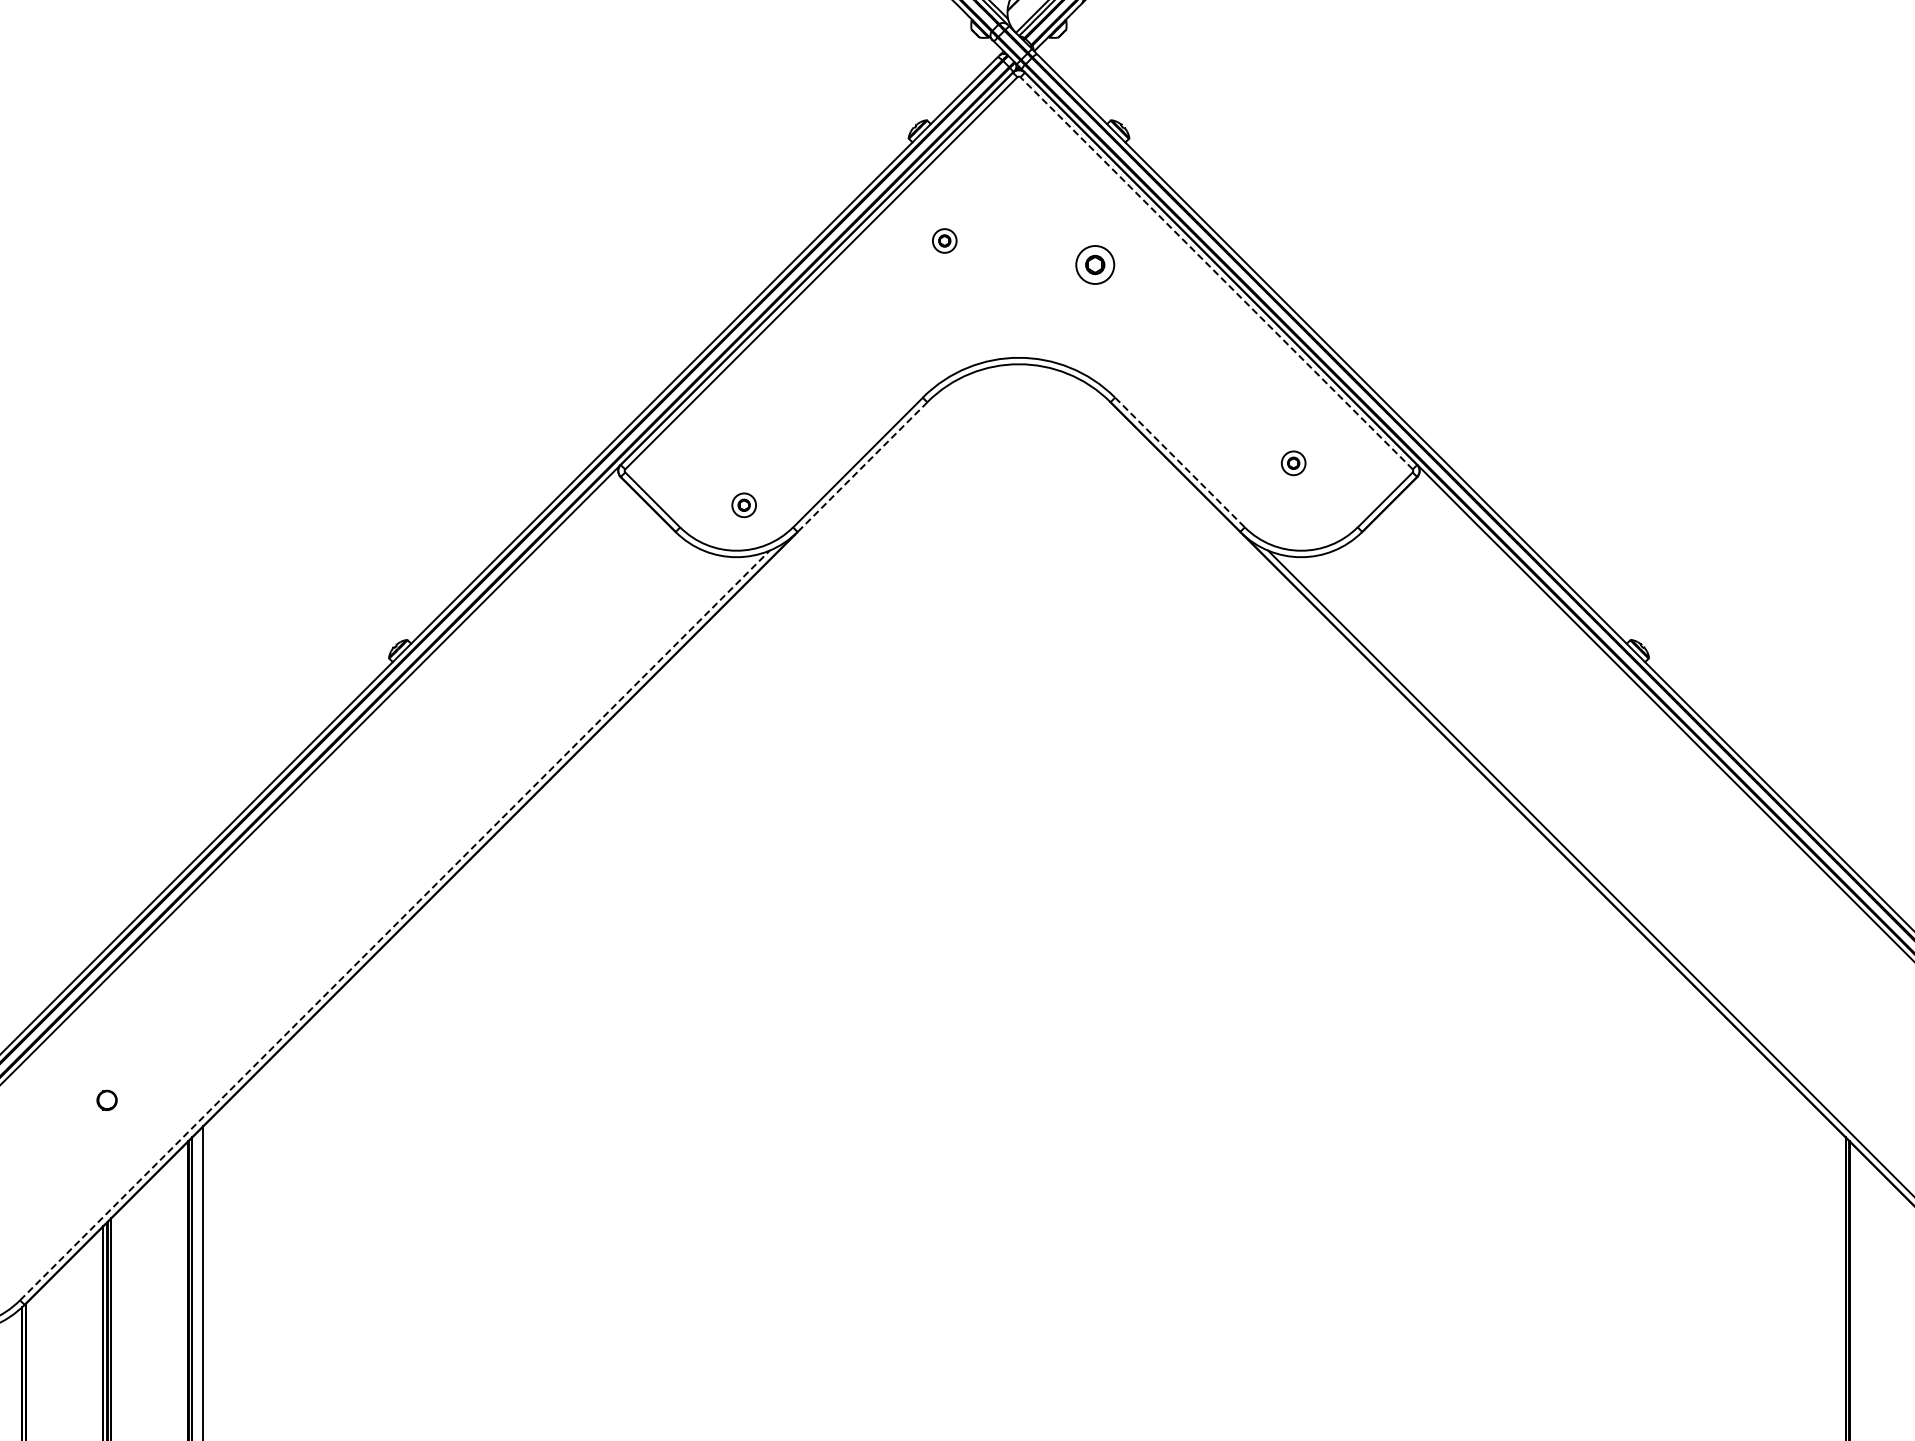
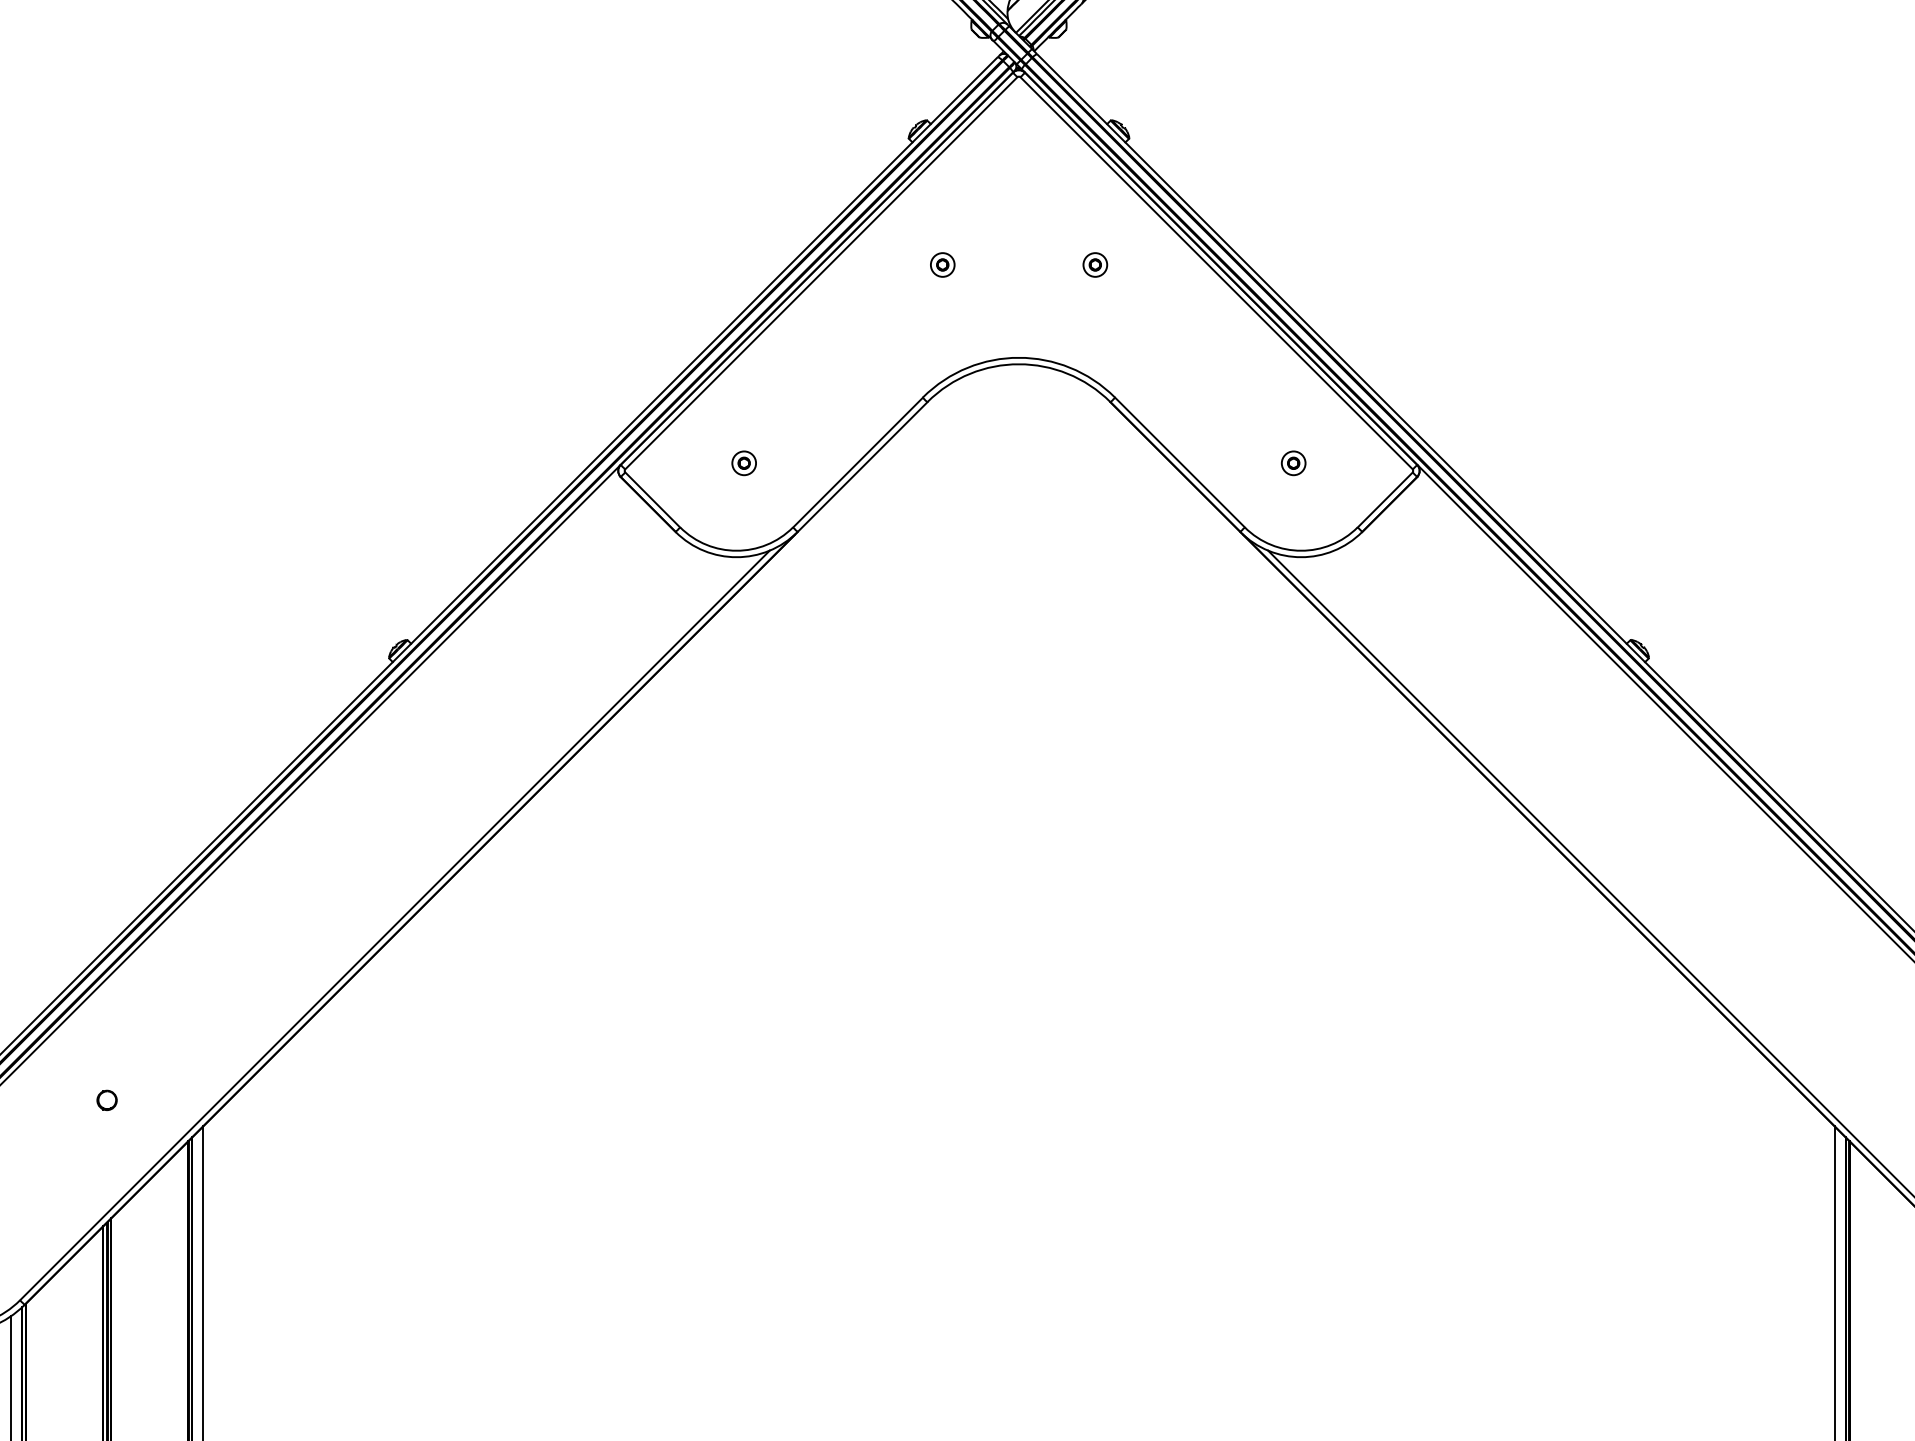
part at (944, 240) position: (944, 240) -> (942, 264)
part at (1095, 264) size: 41x40 px -> 27x26 px
line at (1216, 272): dashed -> solid
line at (1180, 462): dashed -> solid
line at (862, 467): dashed -> solid
part at (743, 505) position: (743, 505) -> (743, 463)
line at (395, 925): dashed -> solid
line at (1834, 1281): none -> present
line at (11, 1376): none -> present
